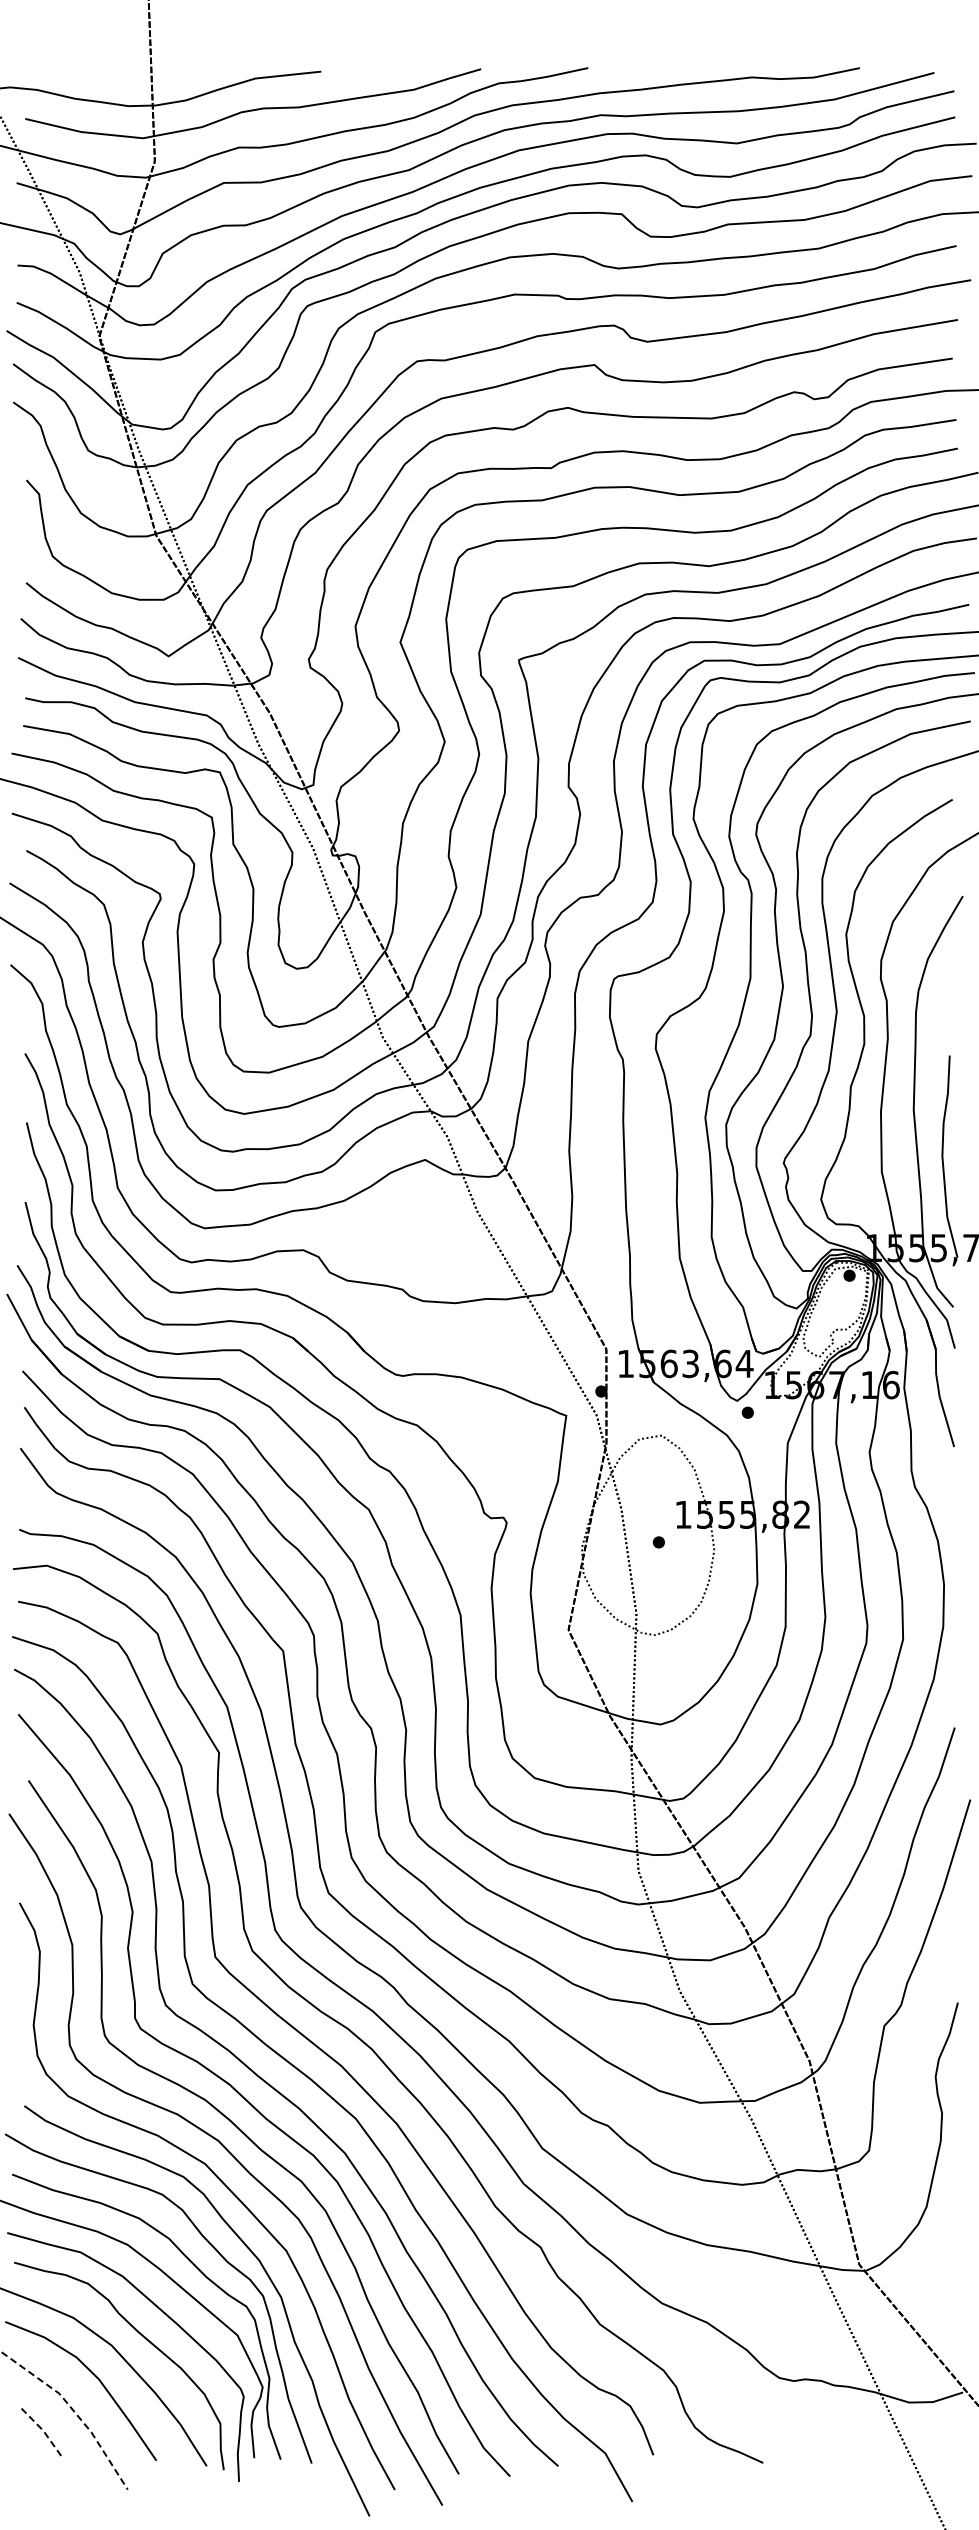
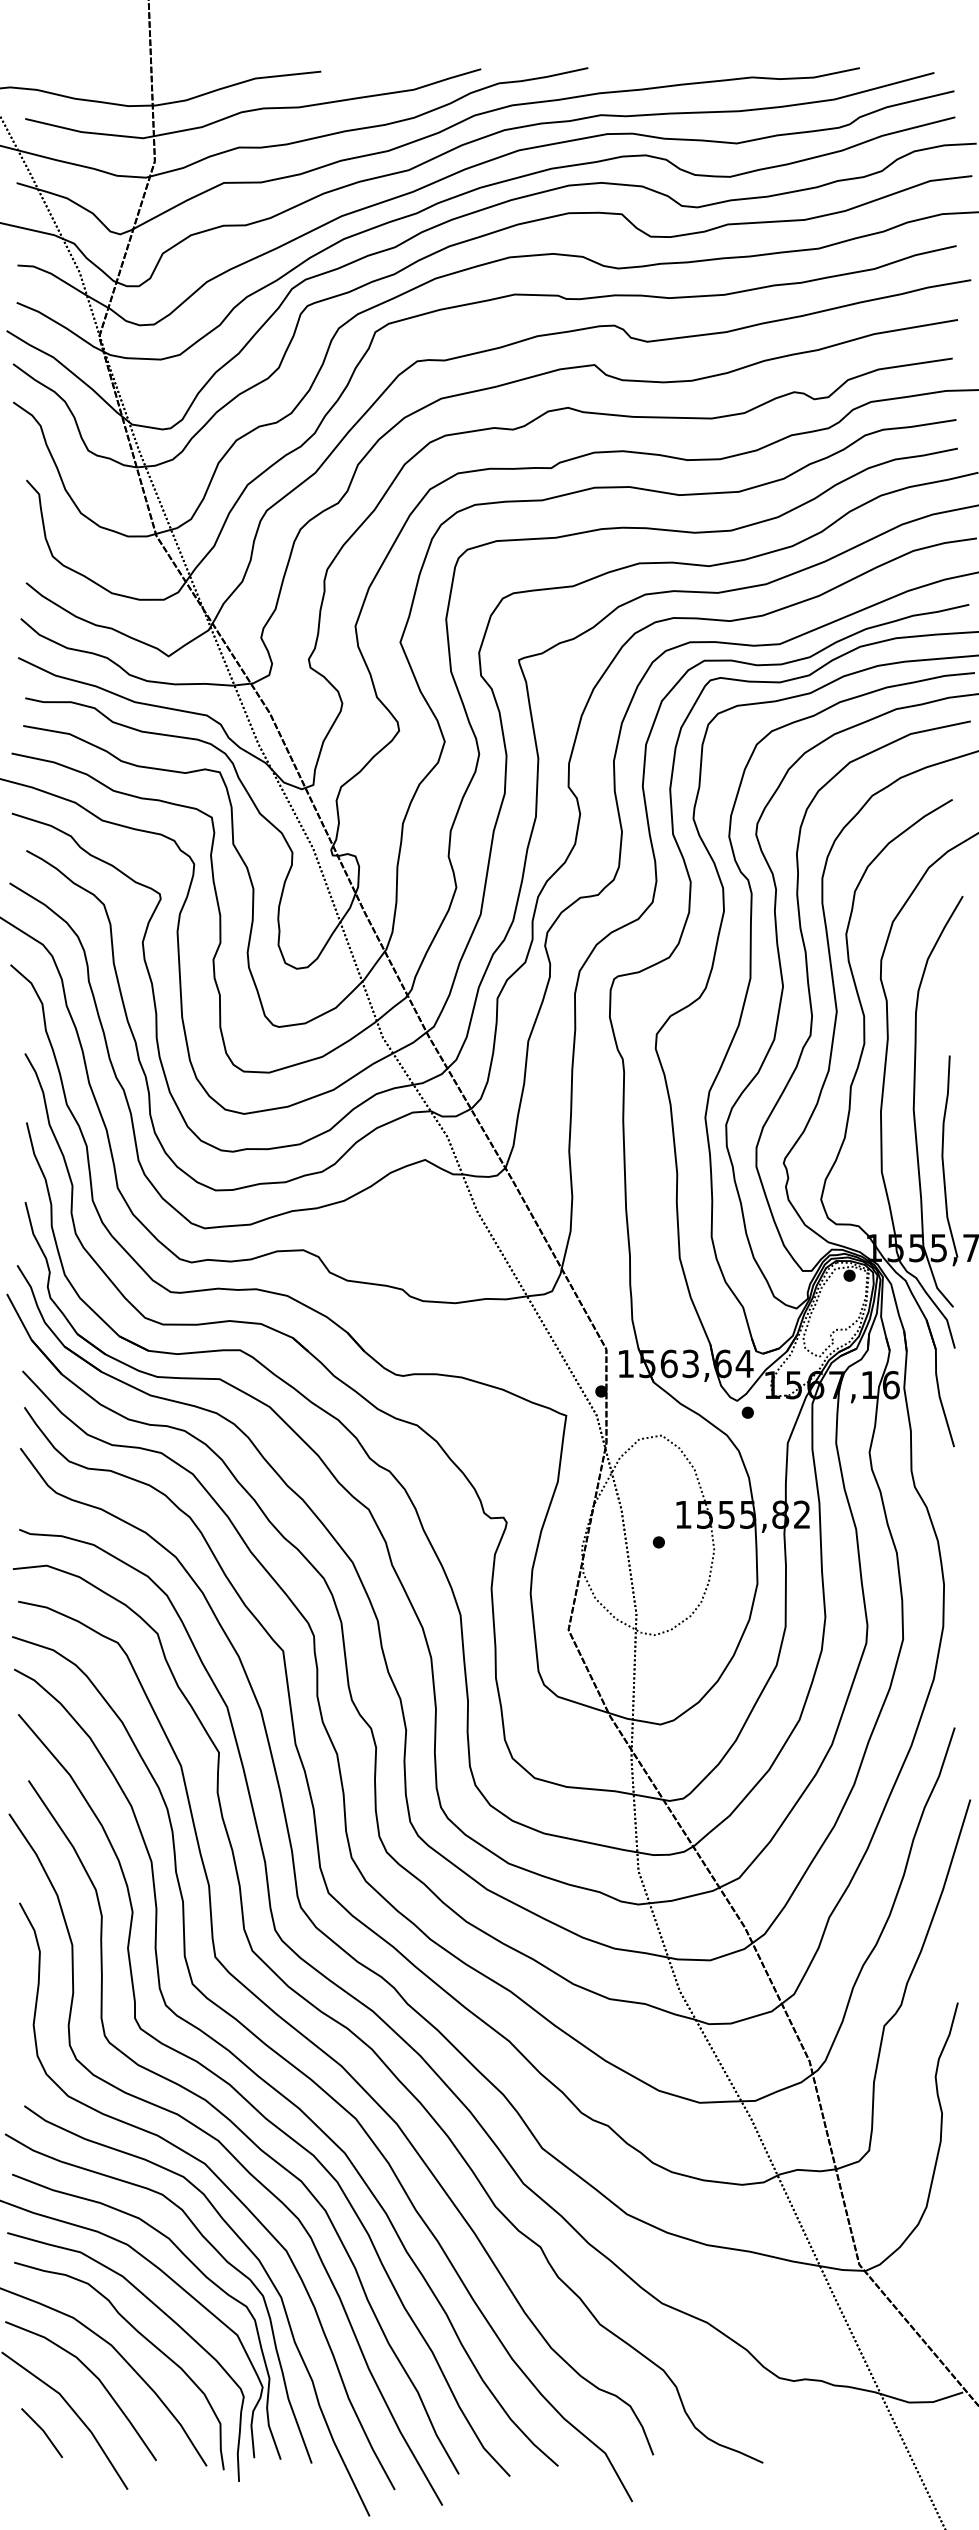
line at (74, 2411): dashed -> solid
line at (43, 2431): dashed -> solid
